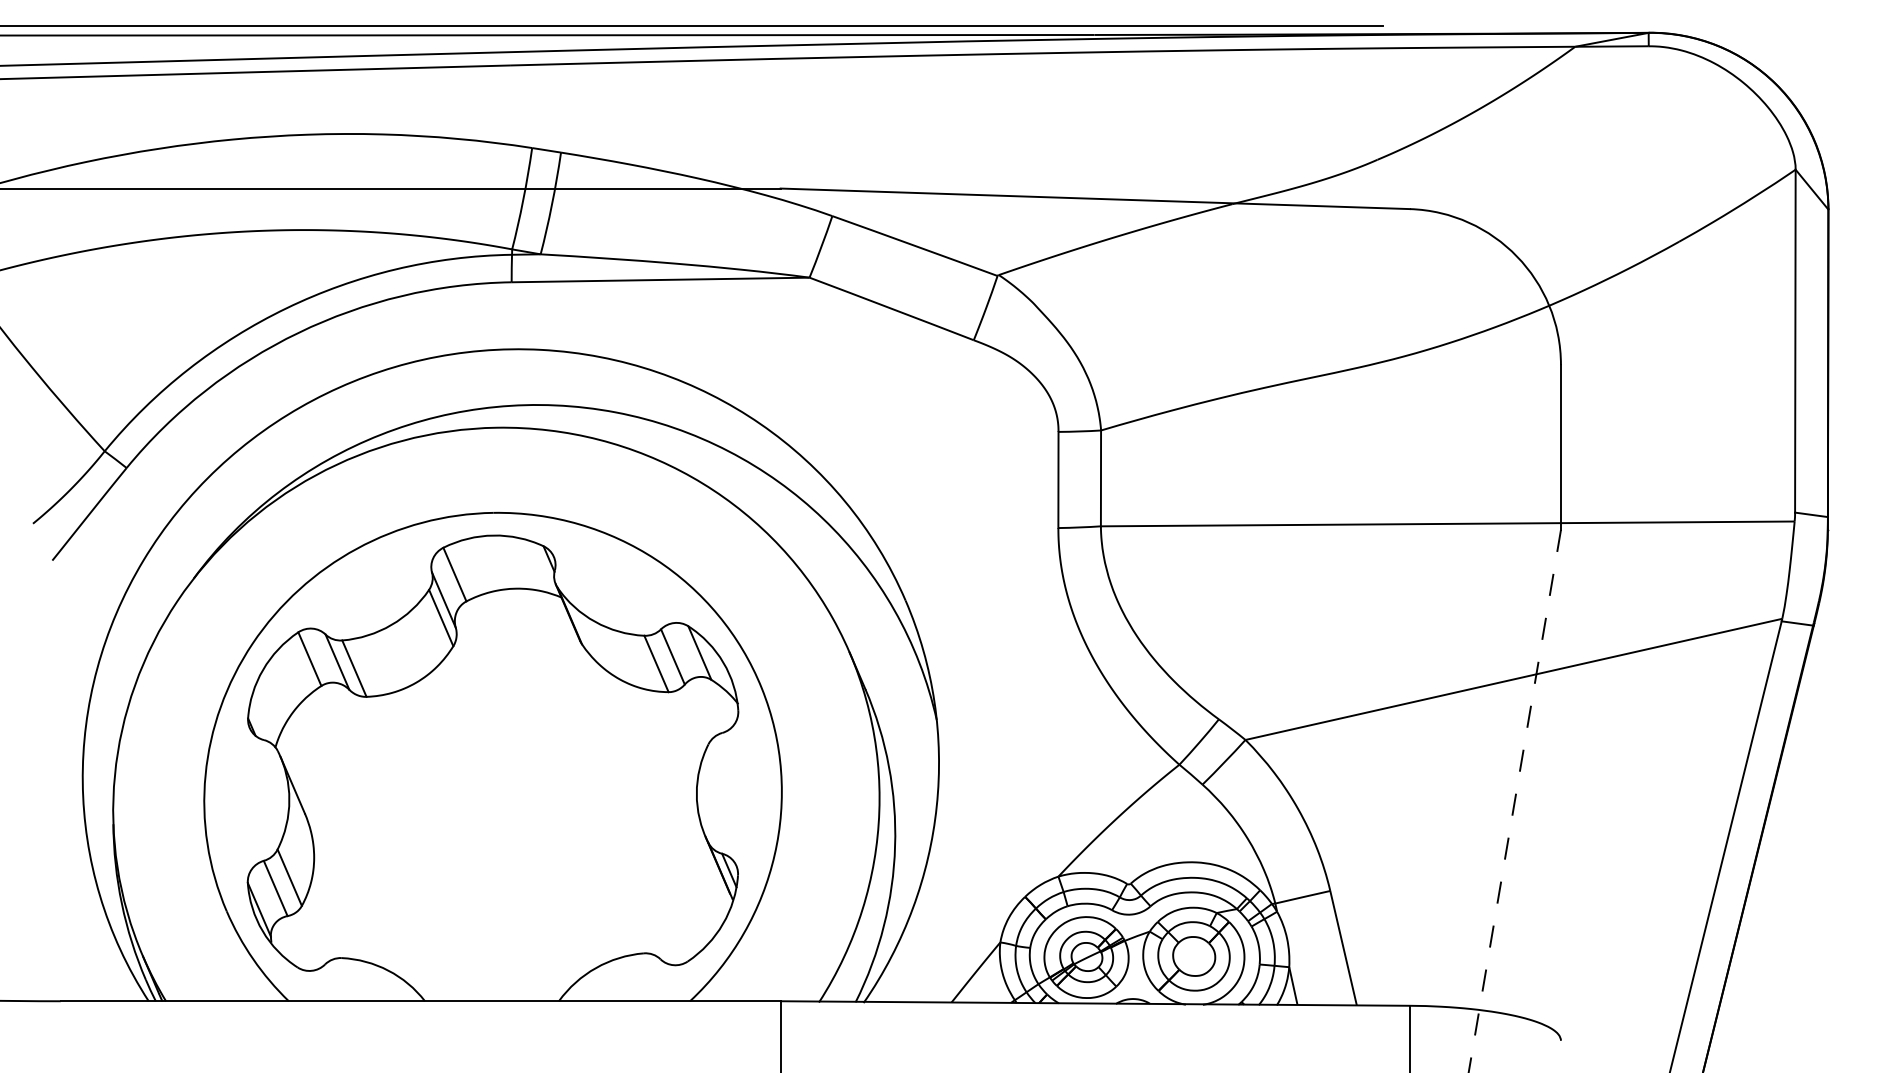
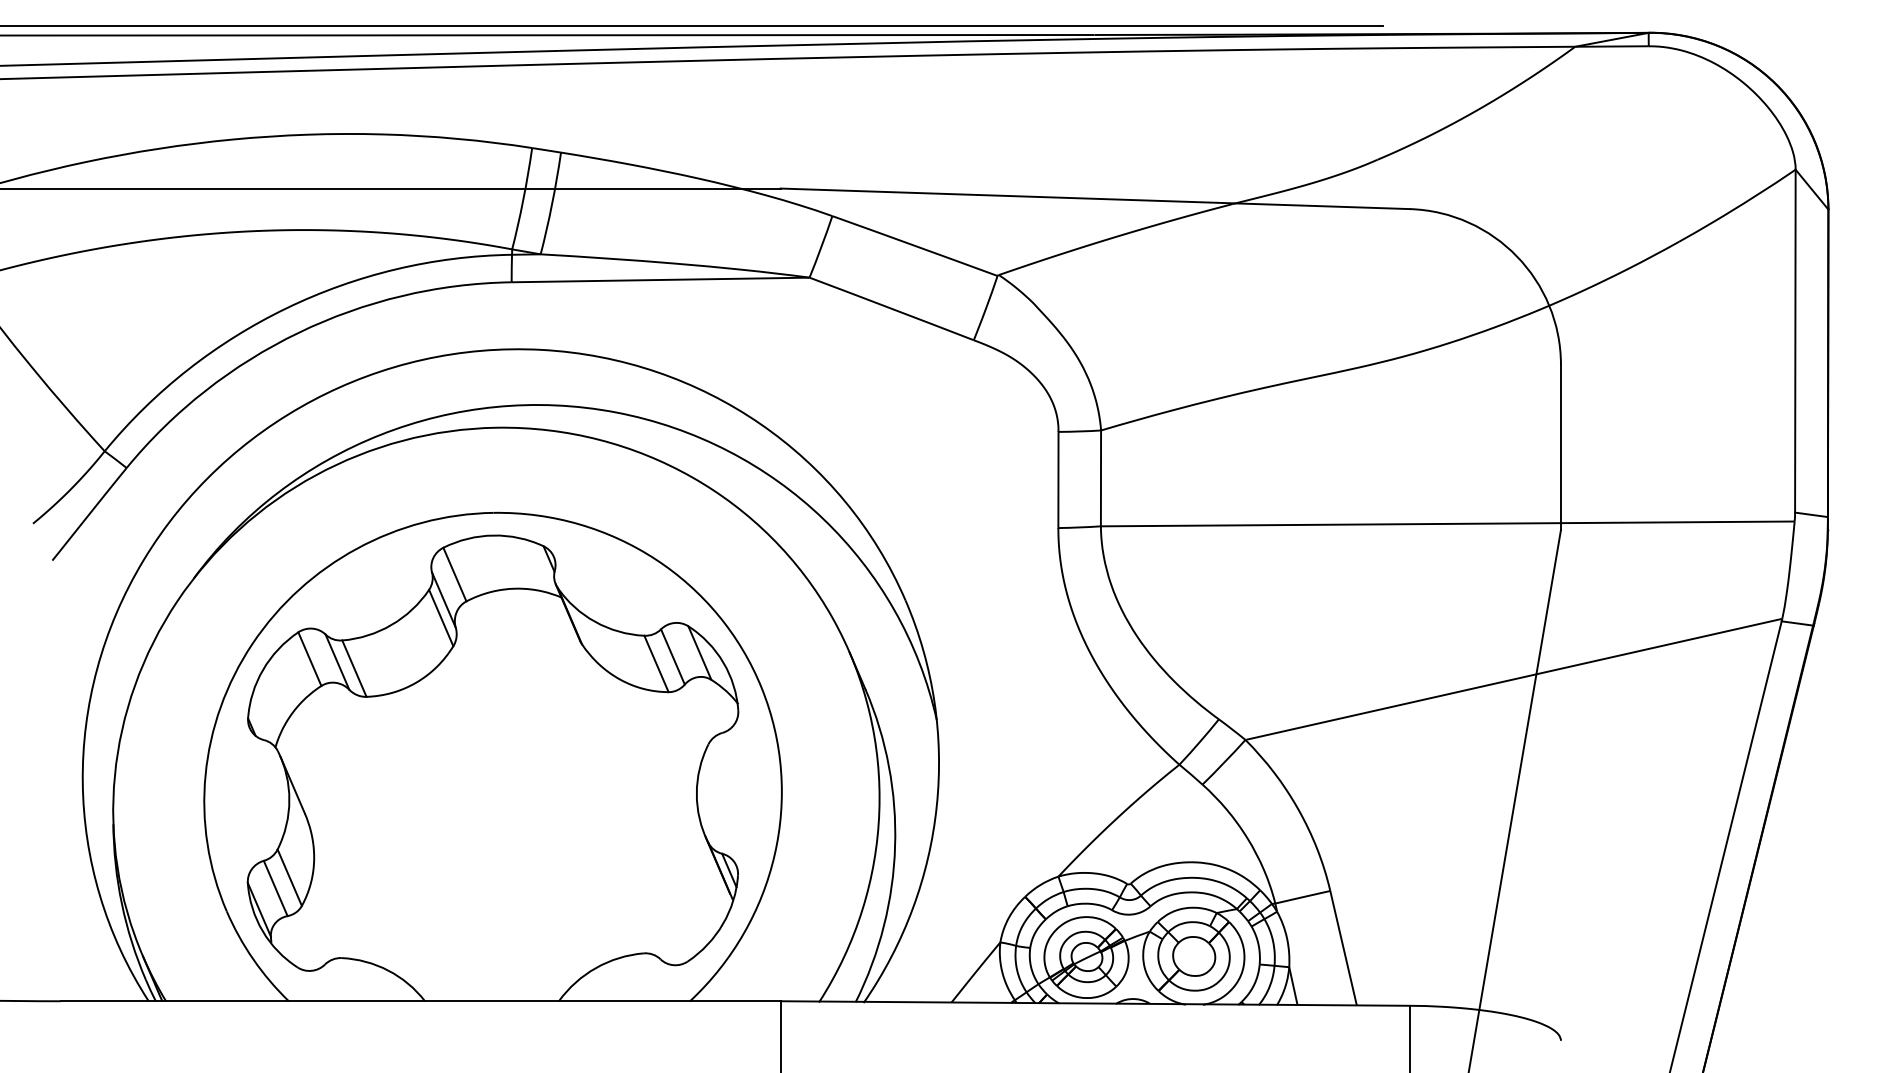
line at (1514, 801): dashed -> solid
